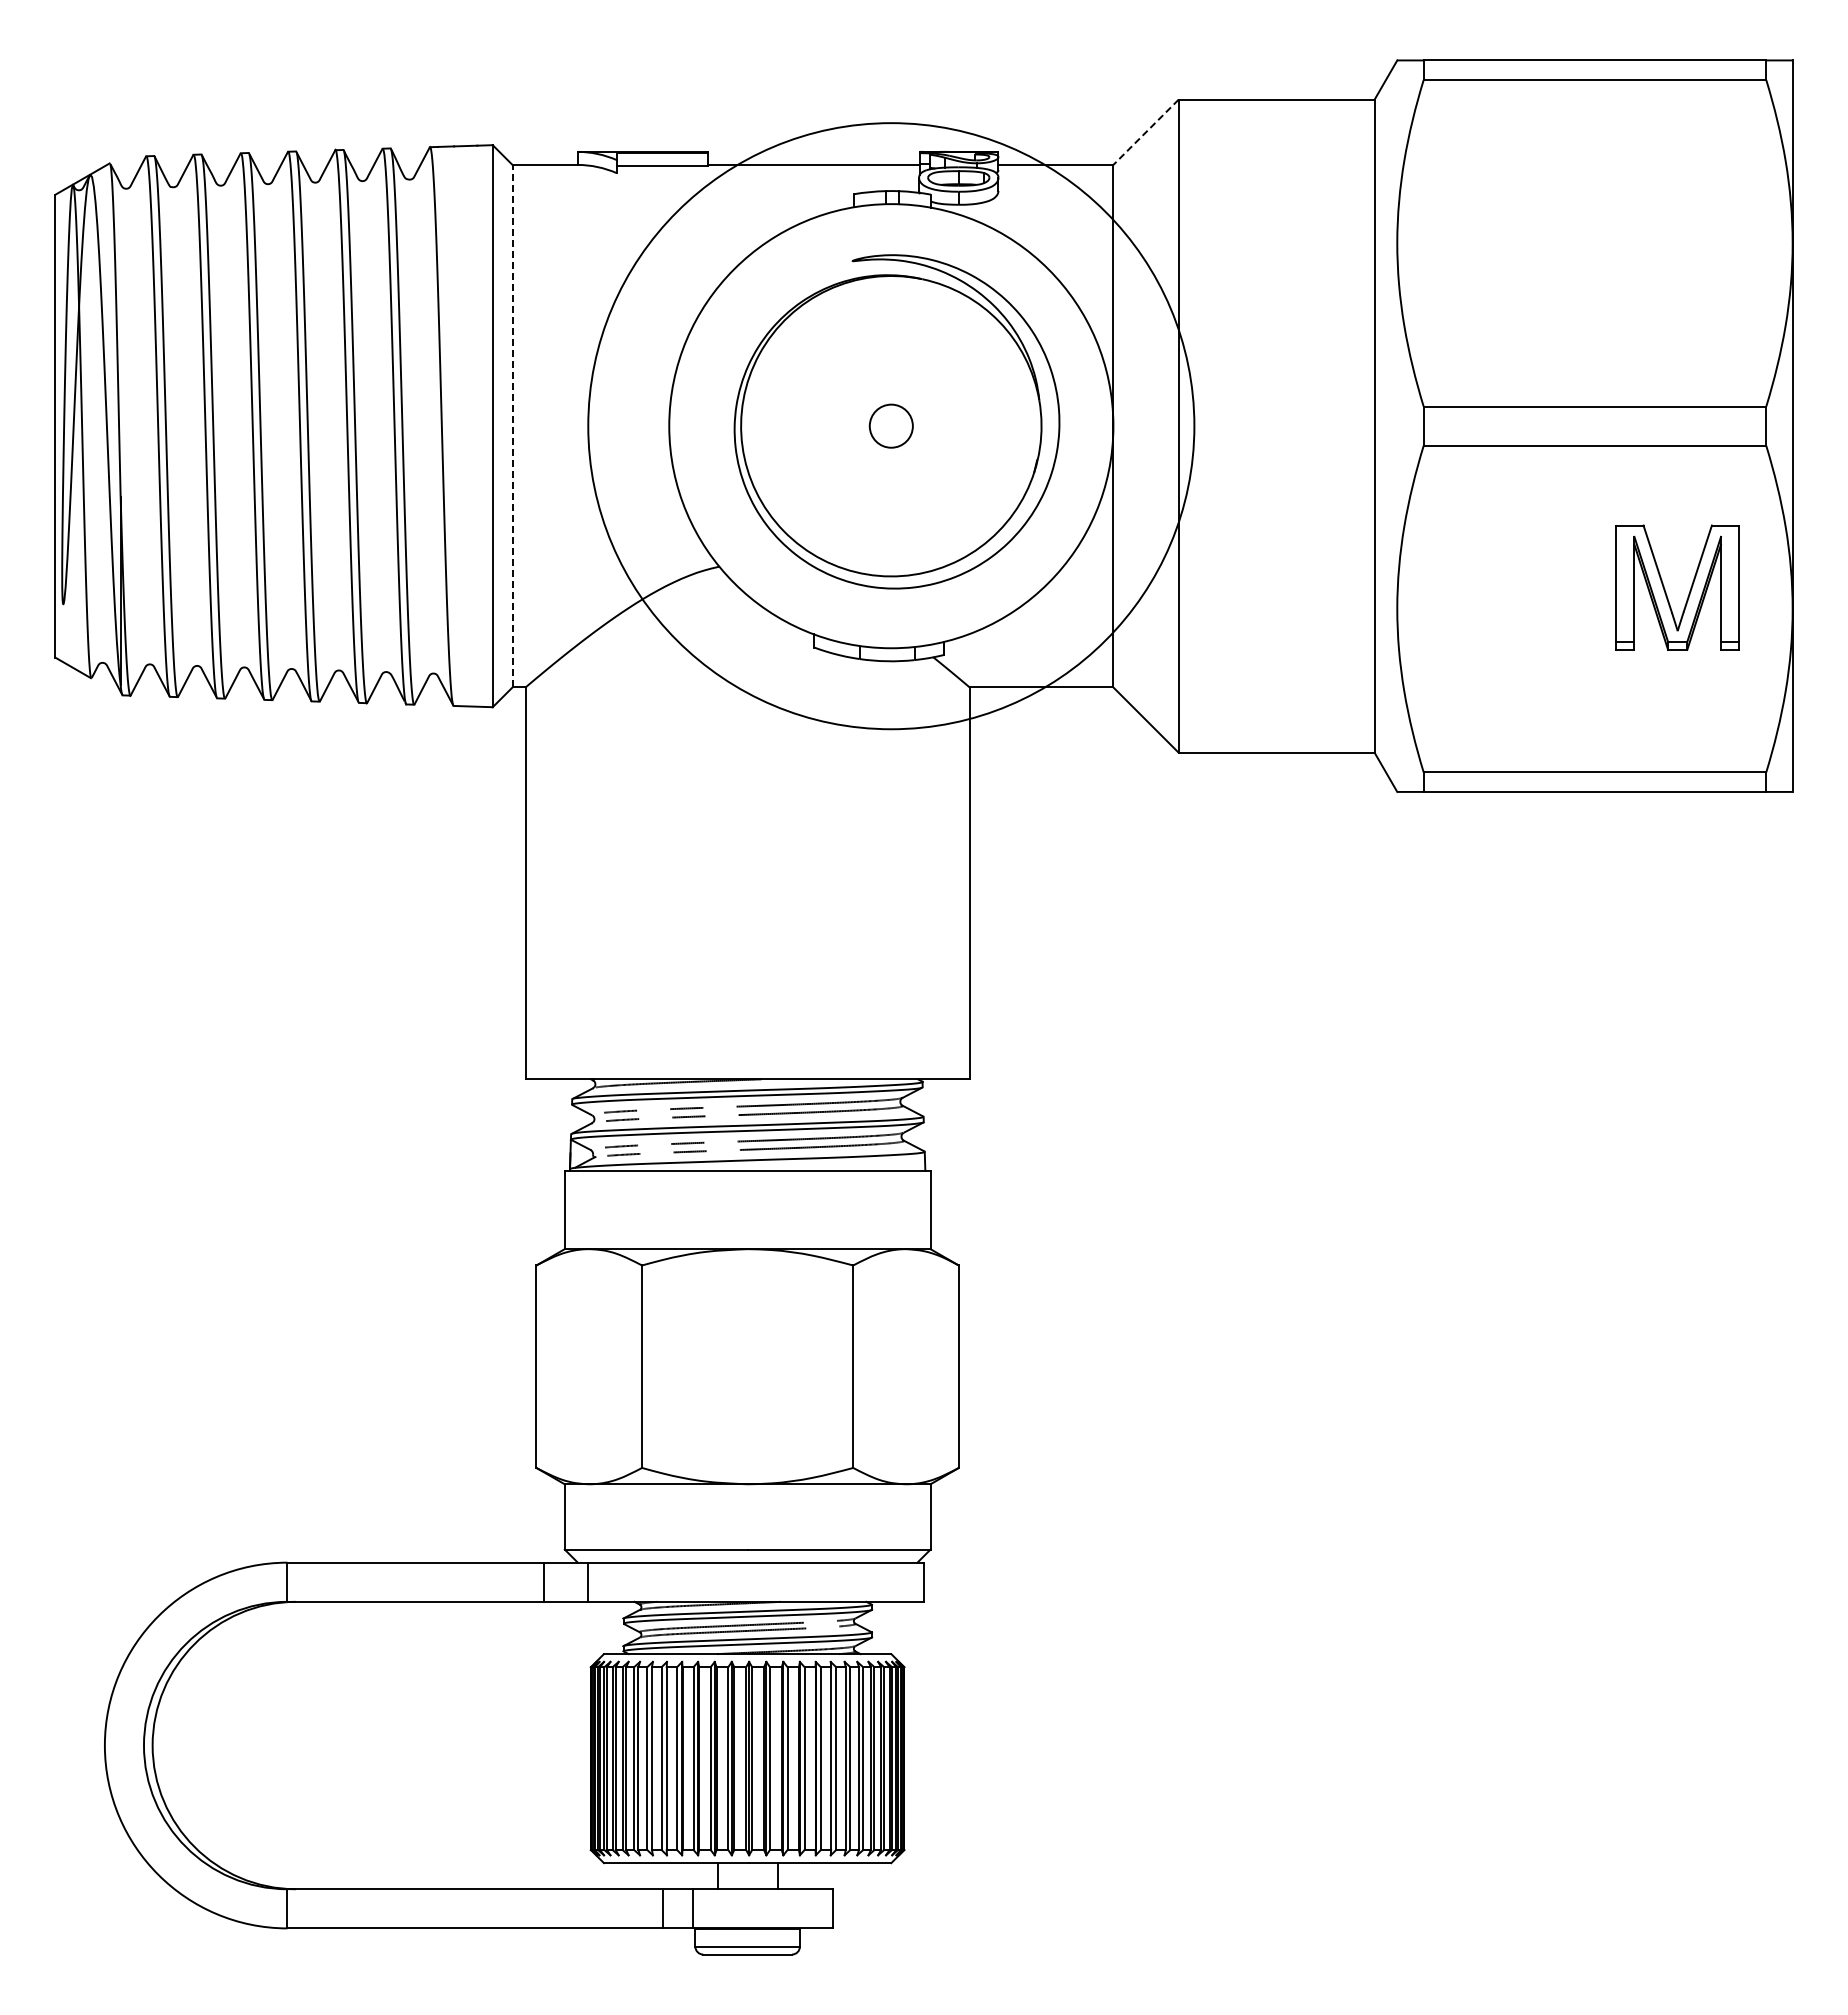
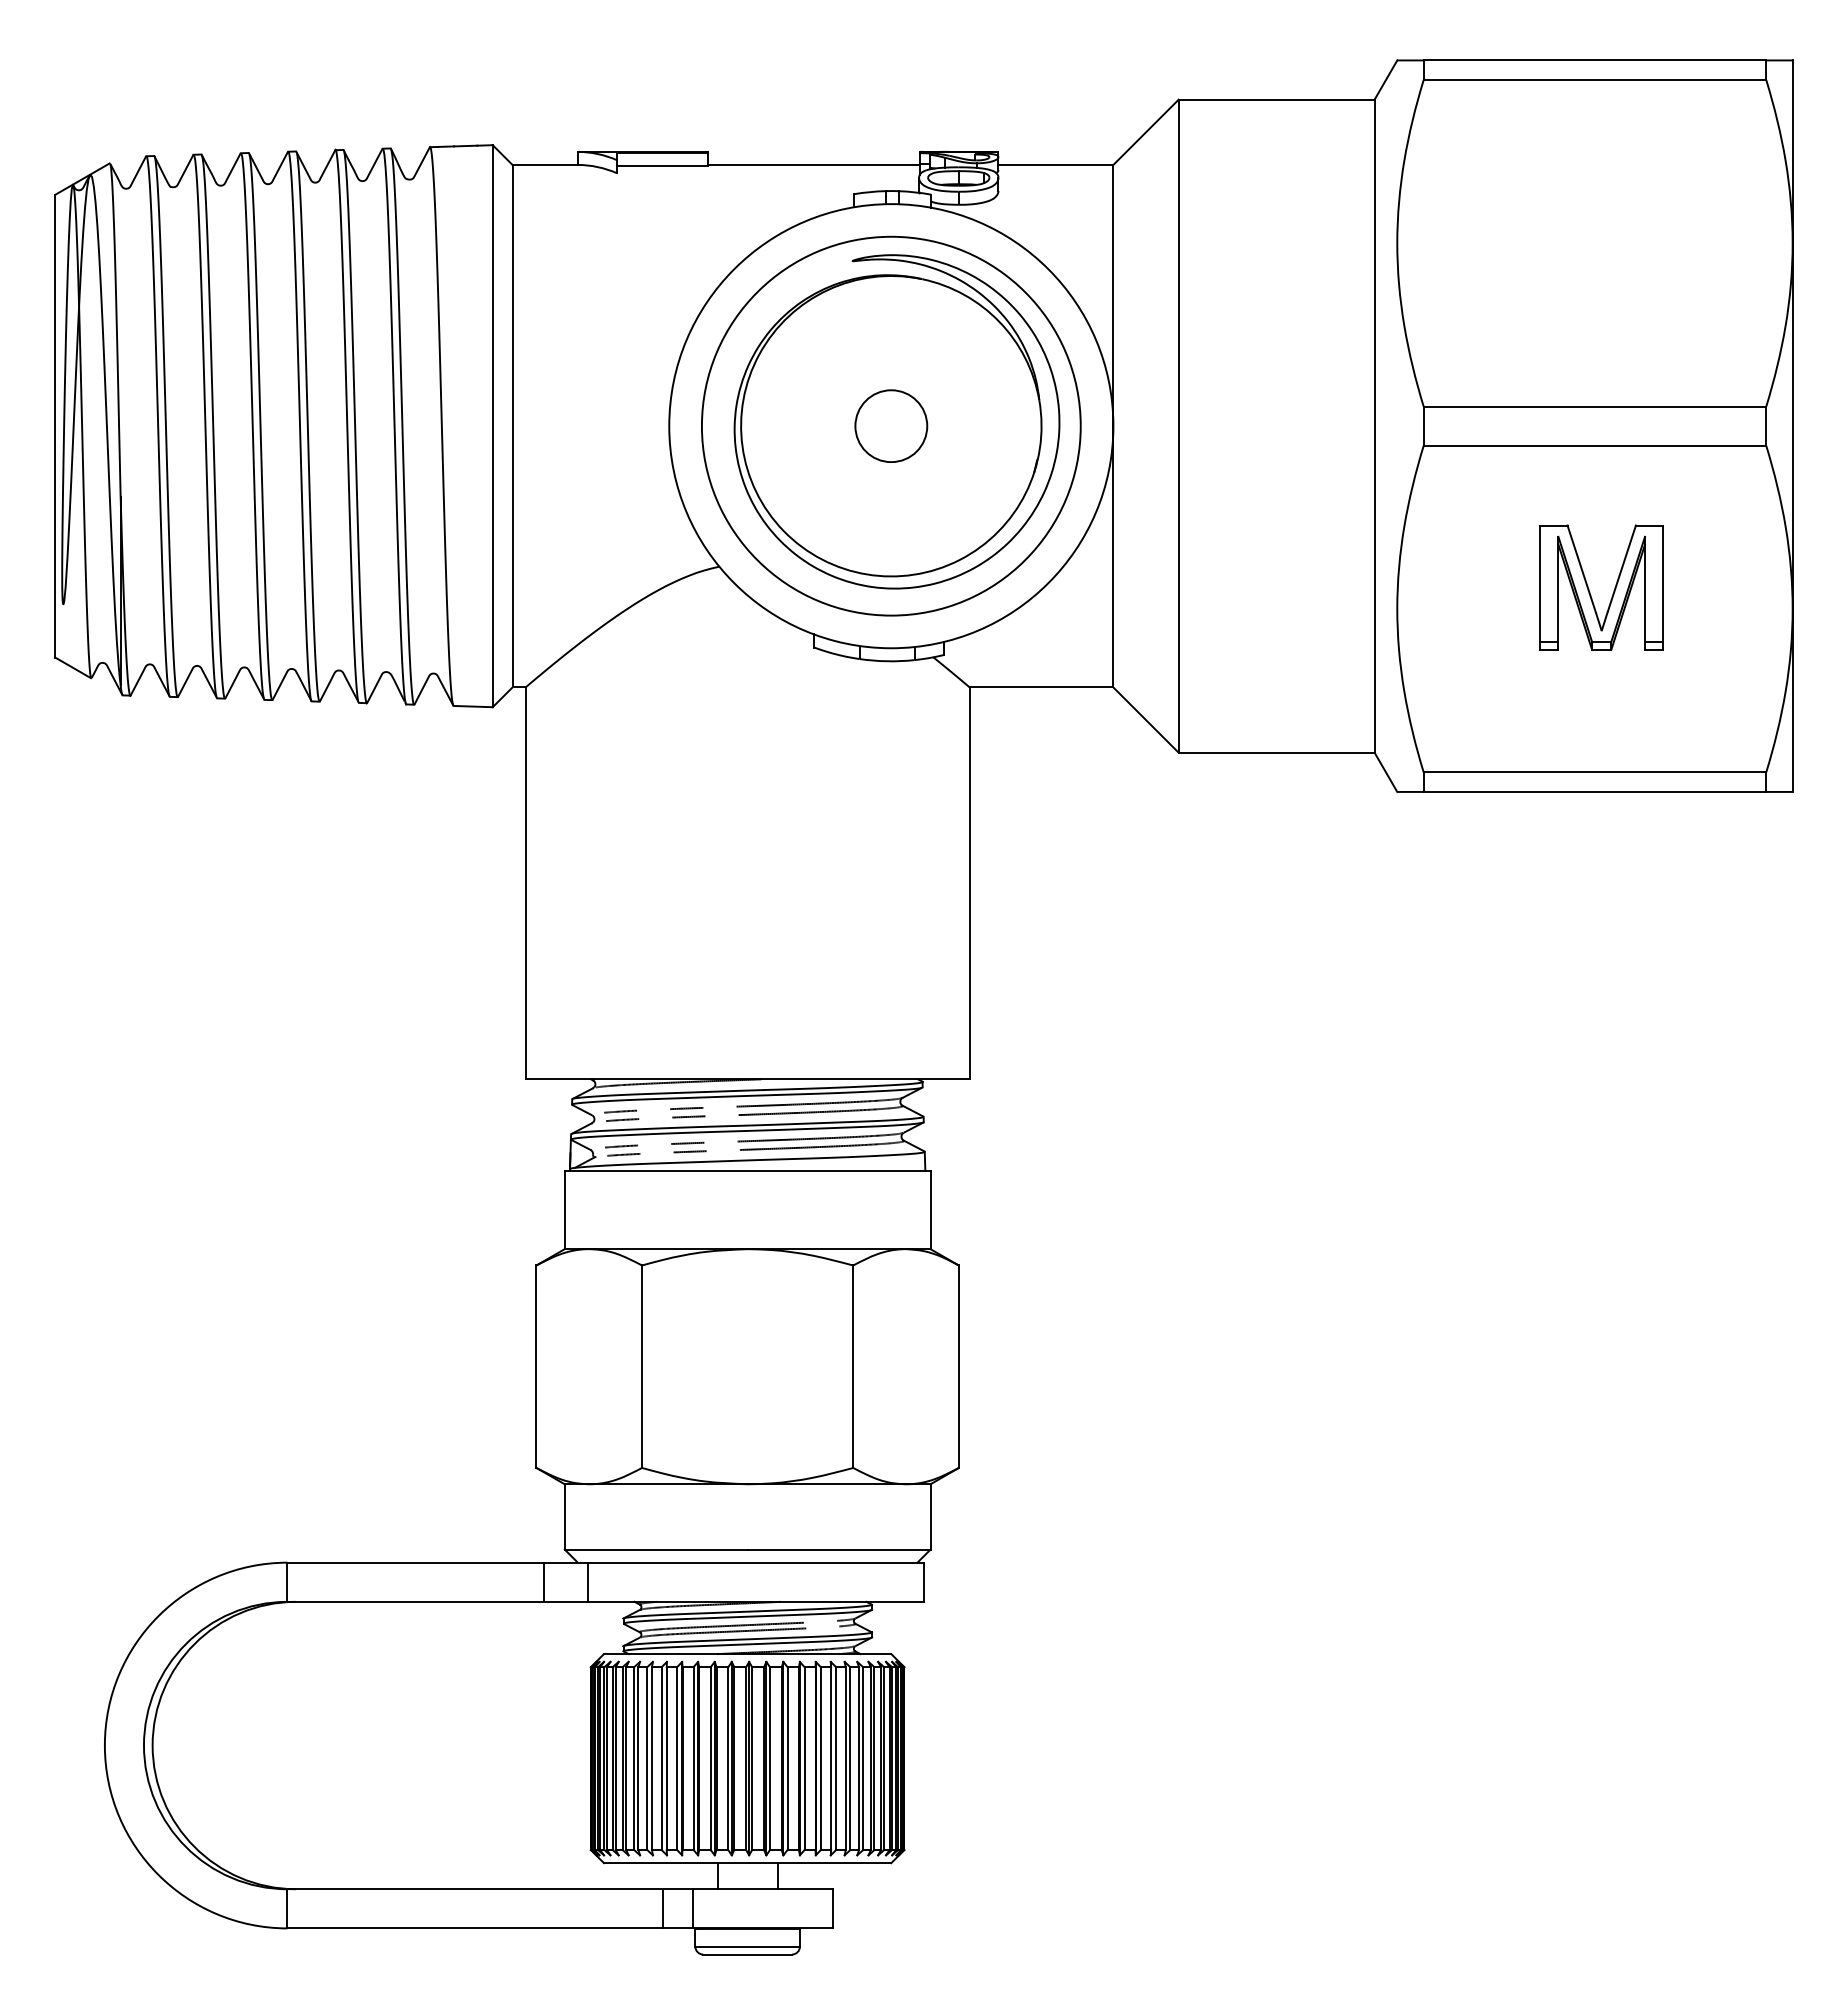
line at (1145, 132): dashed -> solid
line at (512, 425): dashed -> solid
circle at (890, 425) diameter: 43 px -> 72 px
circle at (891, 426) diameter: 606 px -> 379 px
part at (1666, 592) position: (1666, 592) -> (1590, 592)
